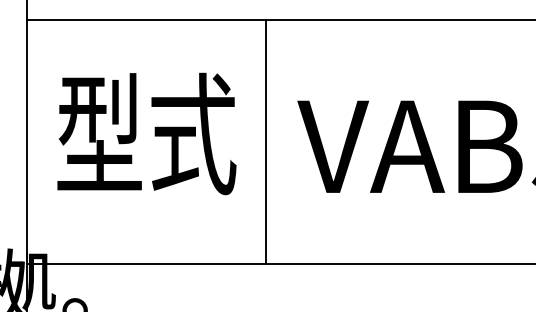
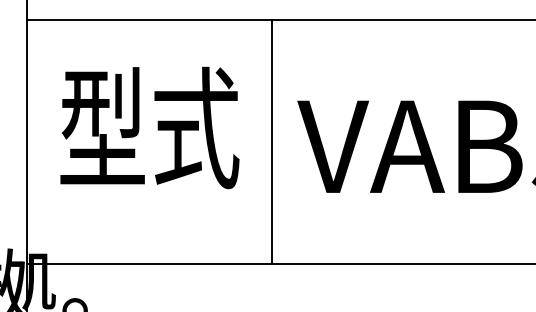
text at (146, 133) position: (146, 133) -> (149, 127)
line at (265, 141) position: (265, 141) -> (271, 141)
